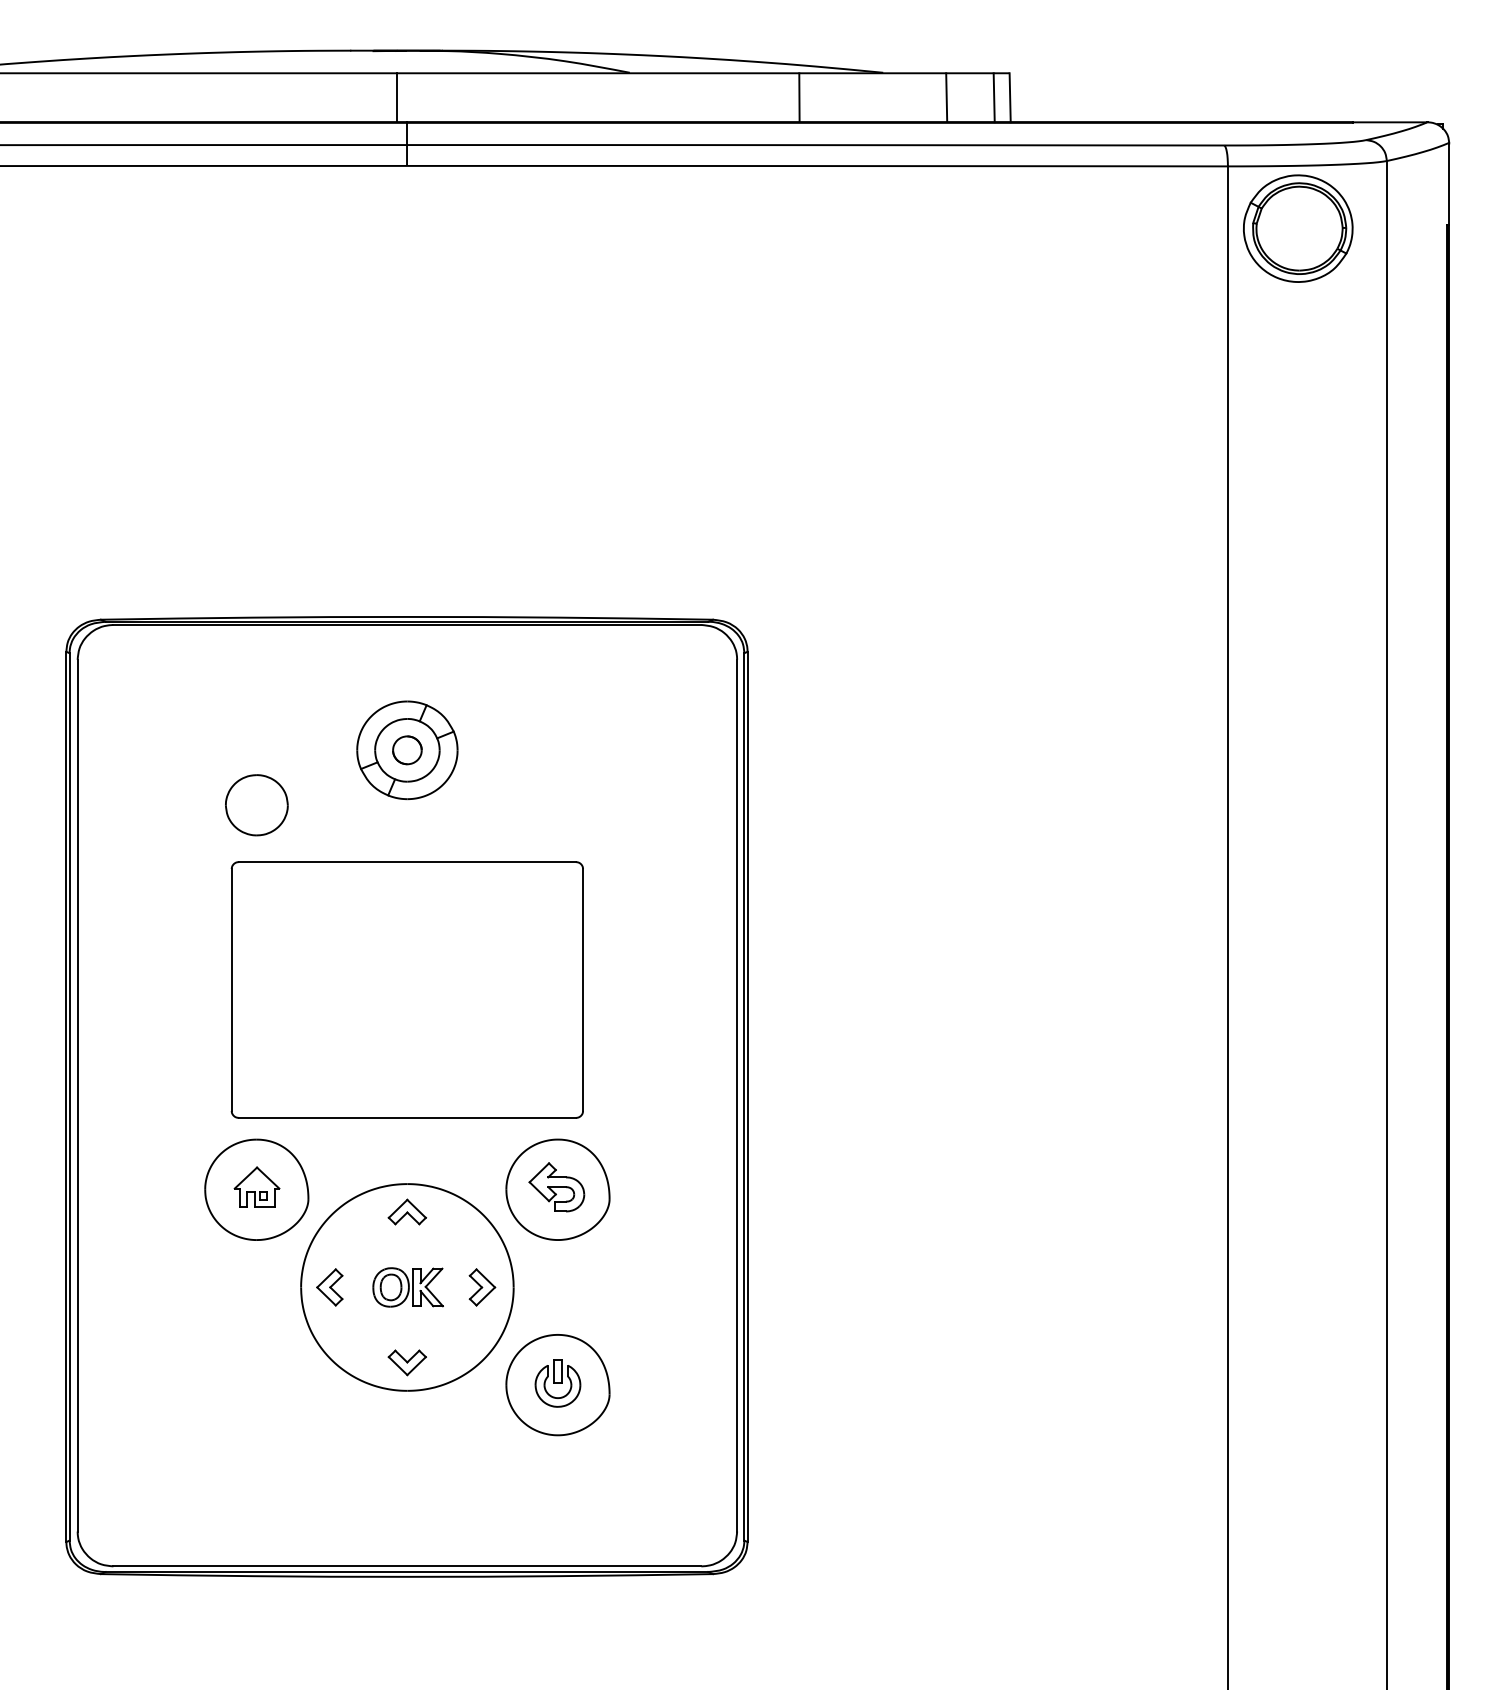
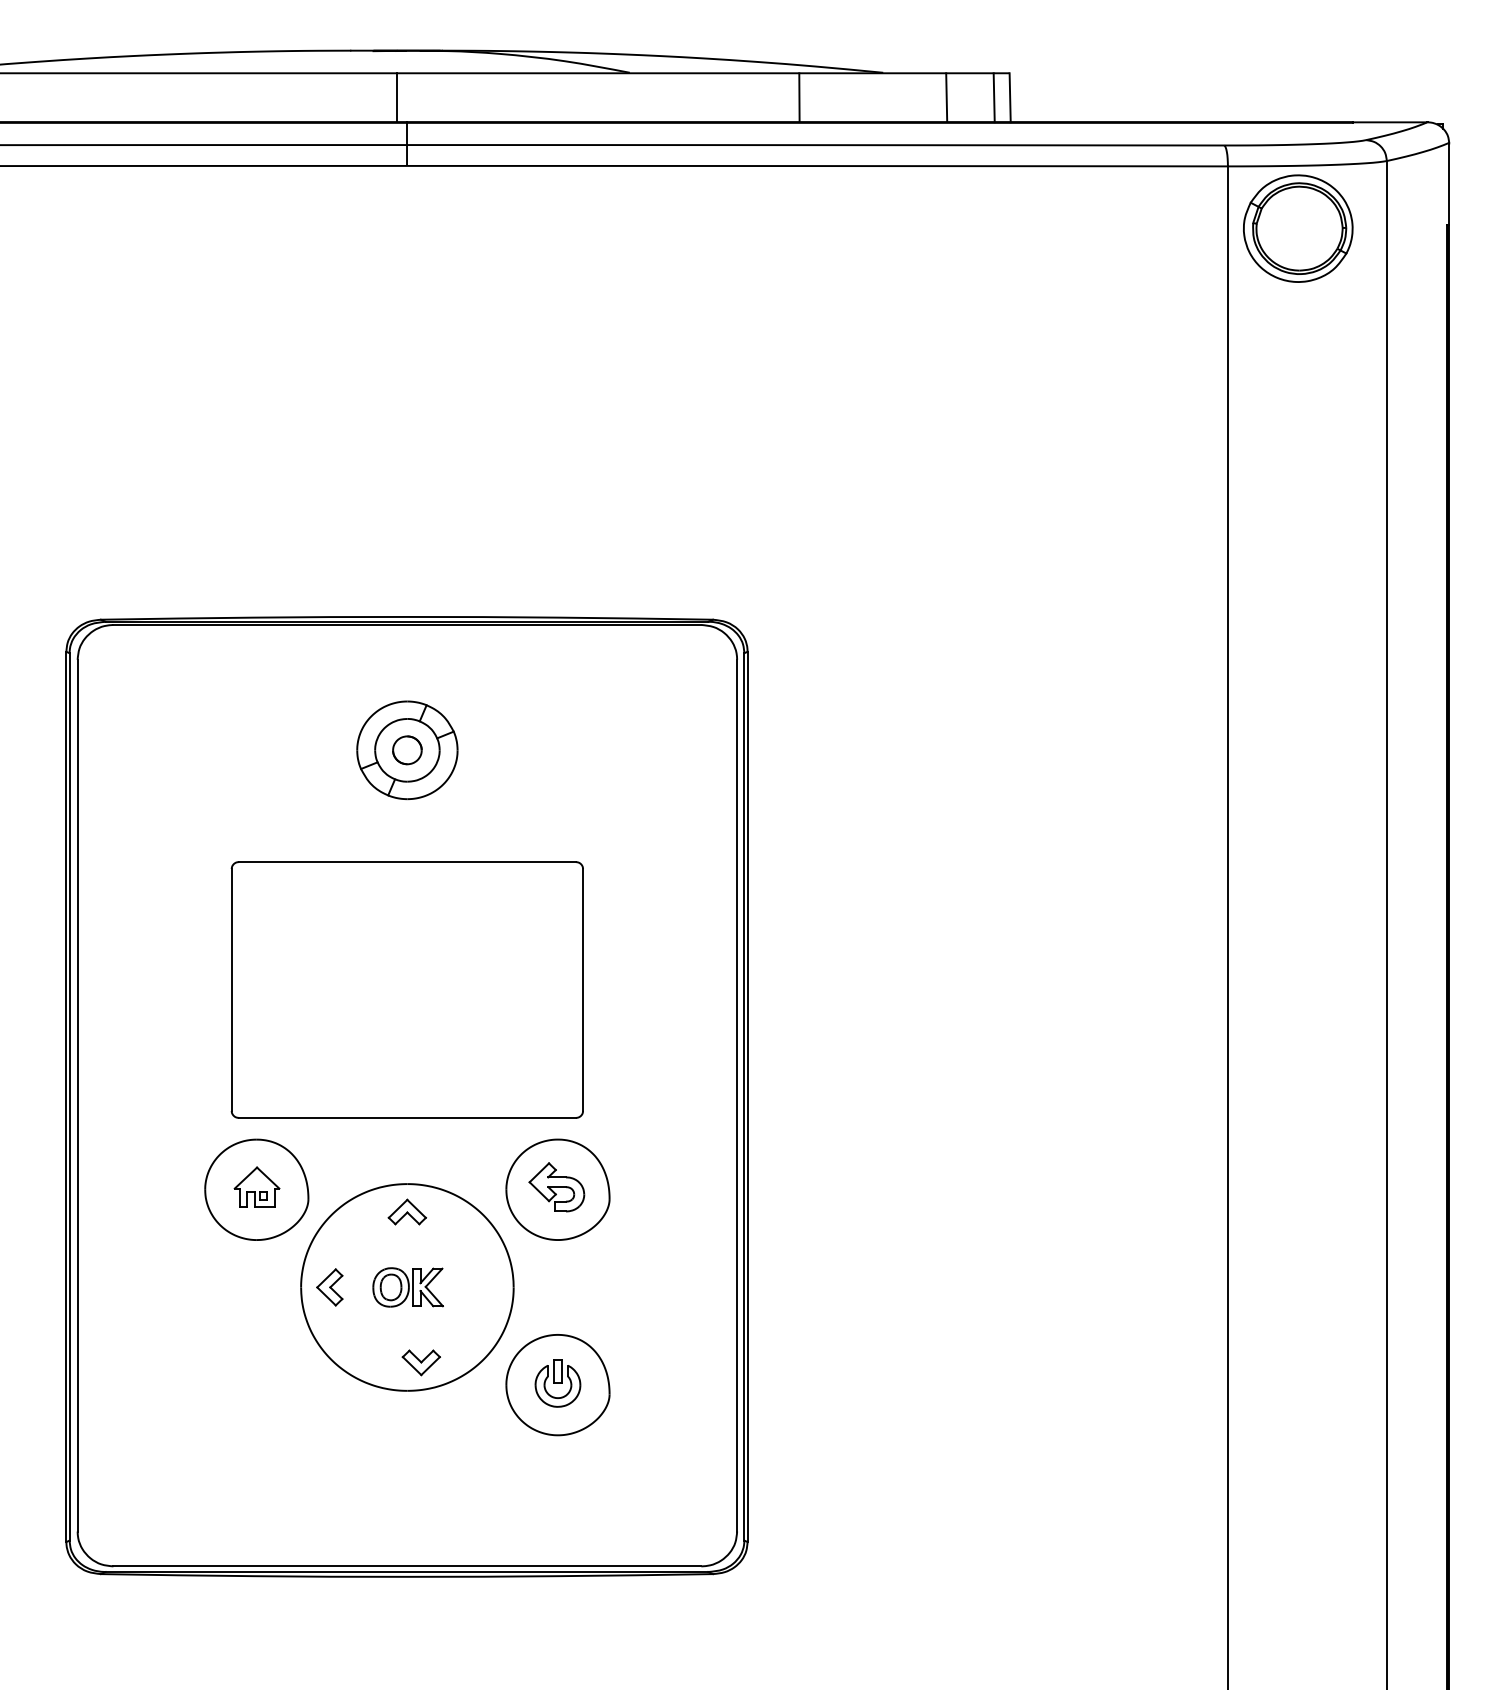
part at (256, 805): present -> none
part at (482, 1287): present -> none
part at (406, 1362) position: (406, 1362) -> (420, 1362)
